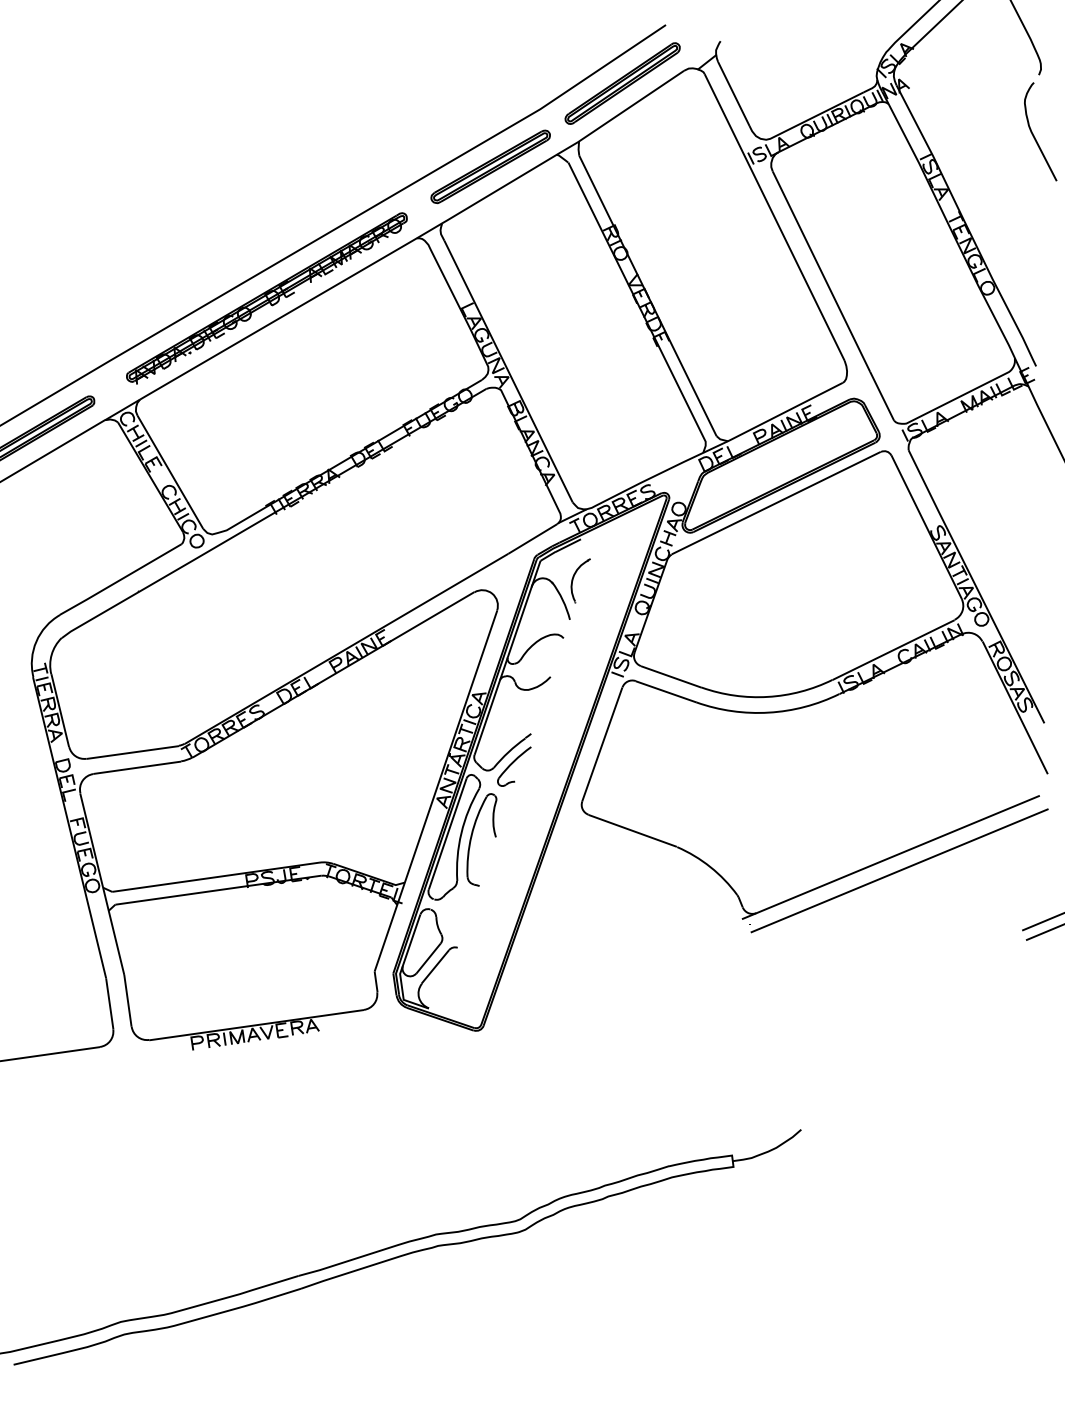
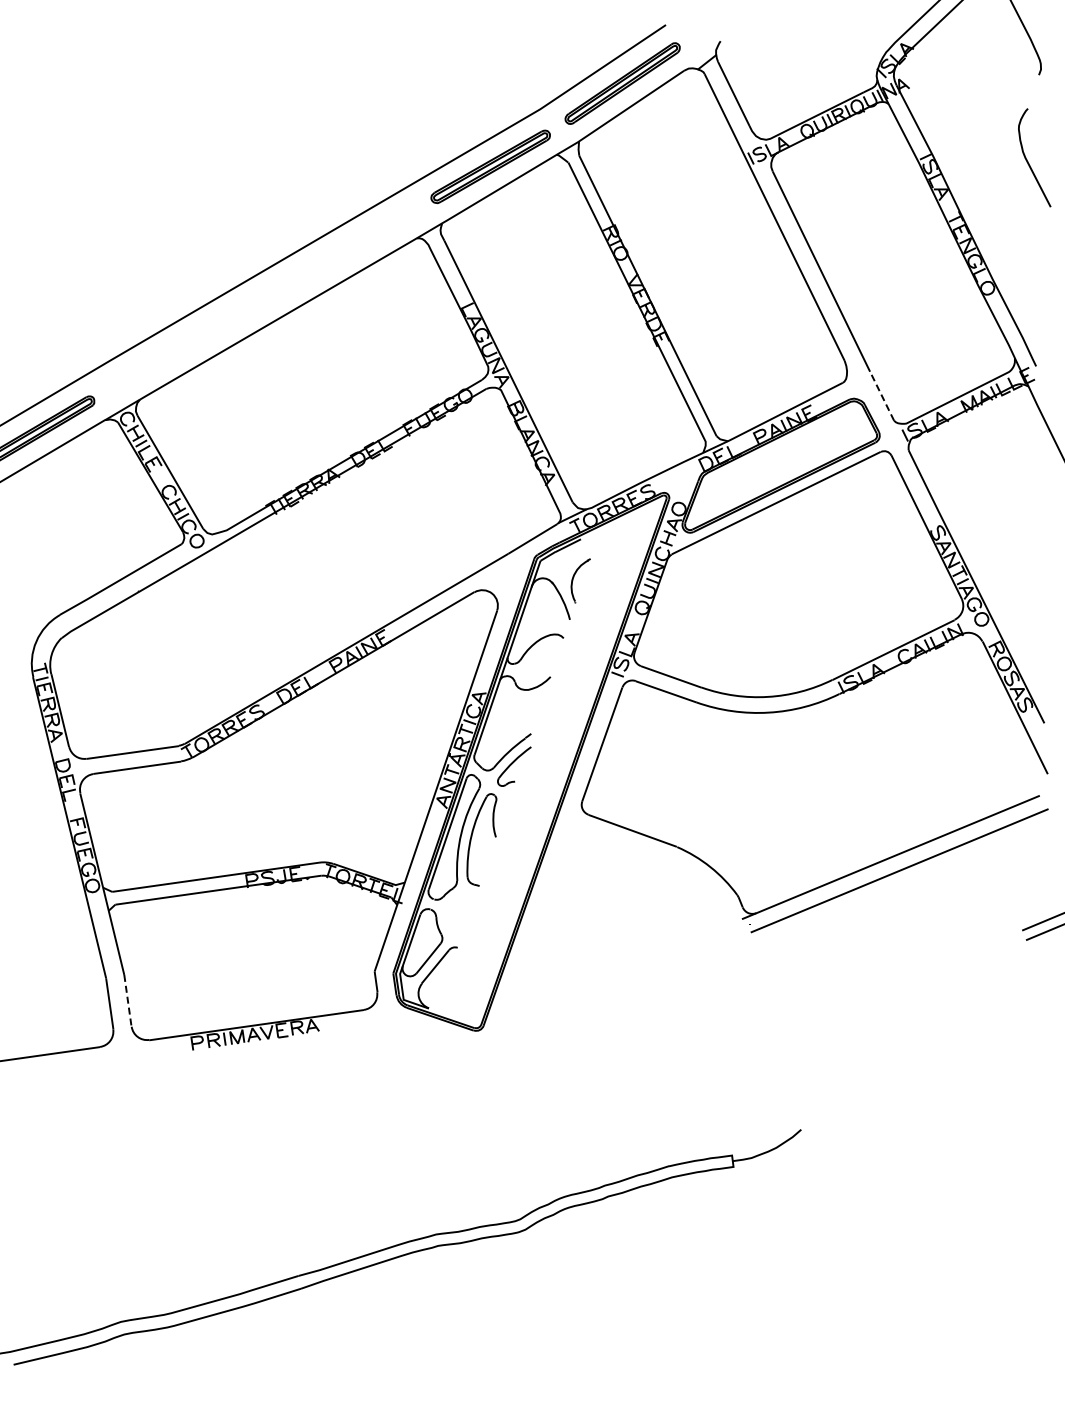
curve at (1034, 135) position: (1034, 135) -> (1028, 161)
part at (266, 298): present -> none
line at (881, 395): solid -> dashed
line at (128, 1001): solid -> dashed
